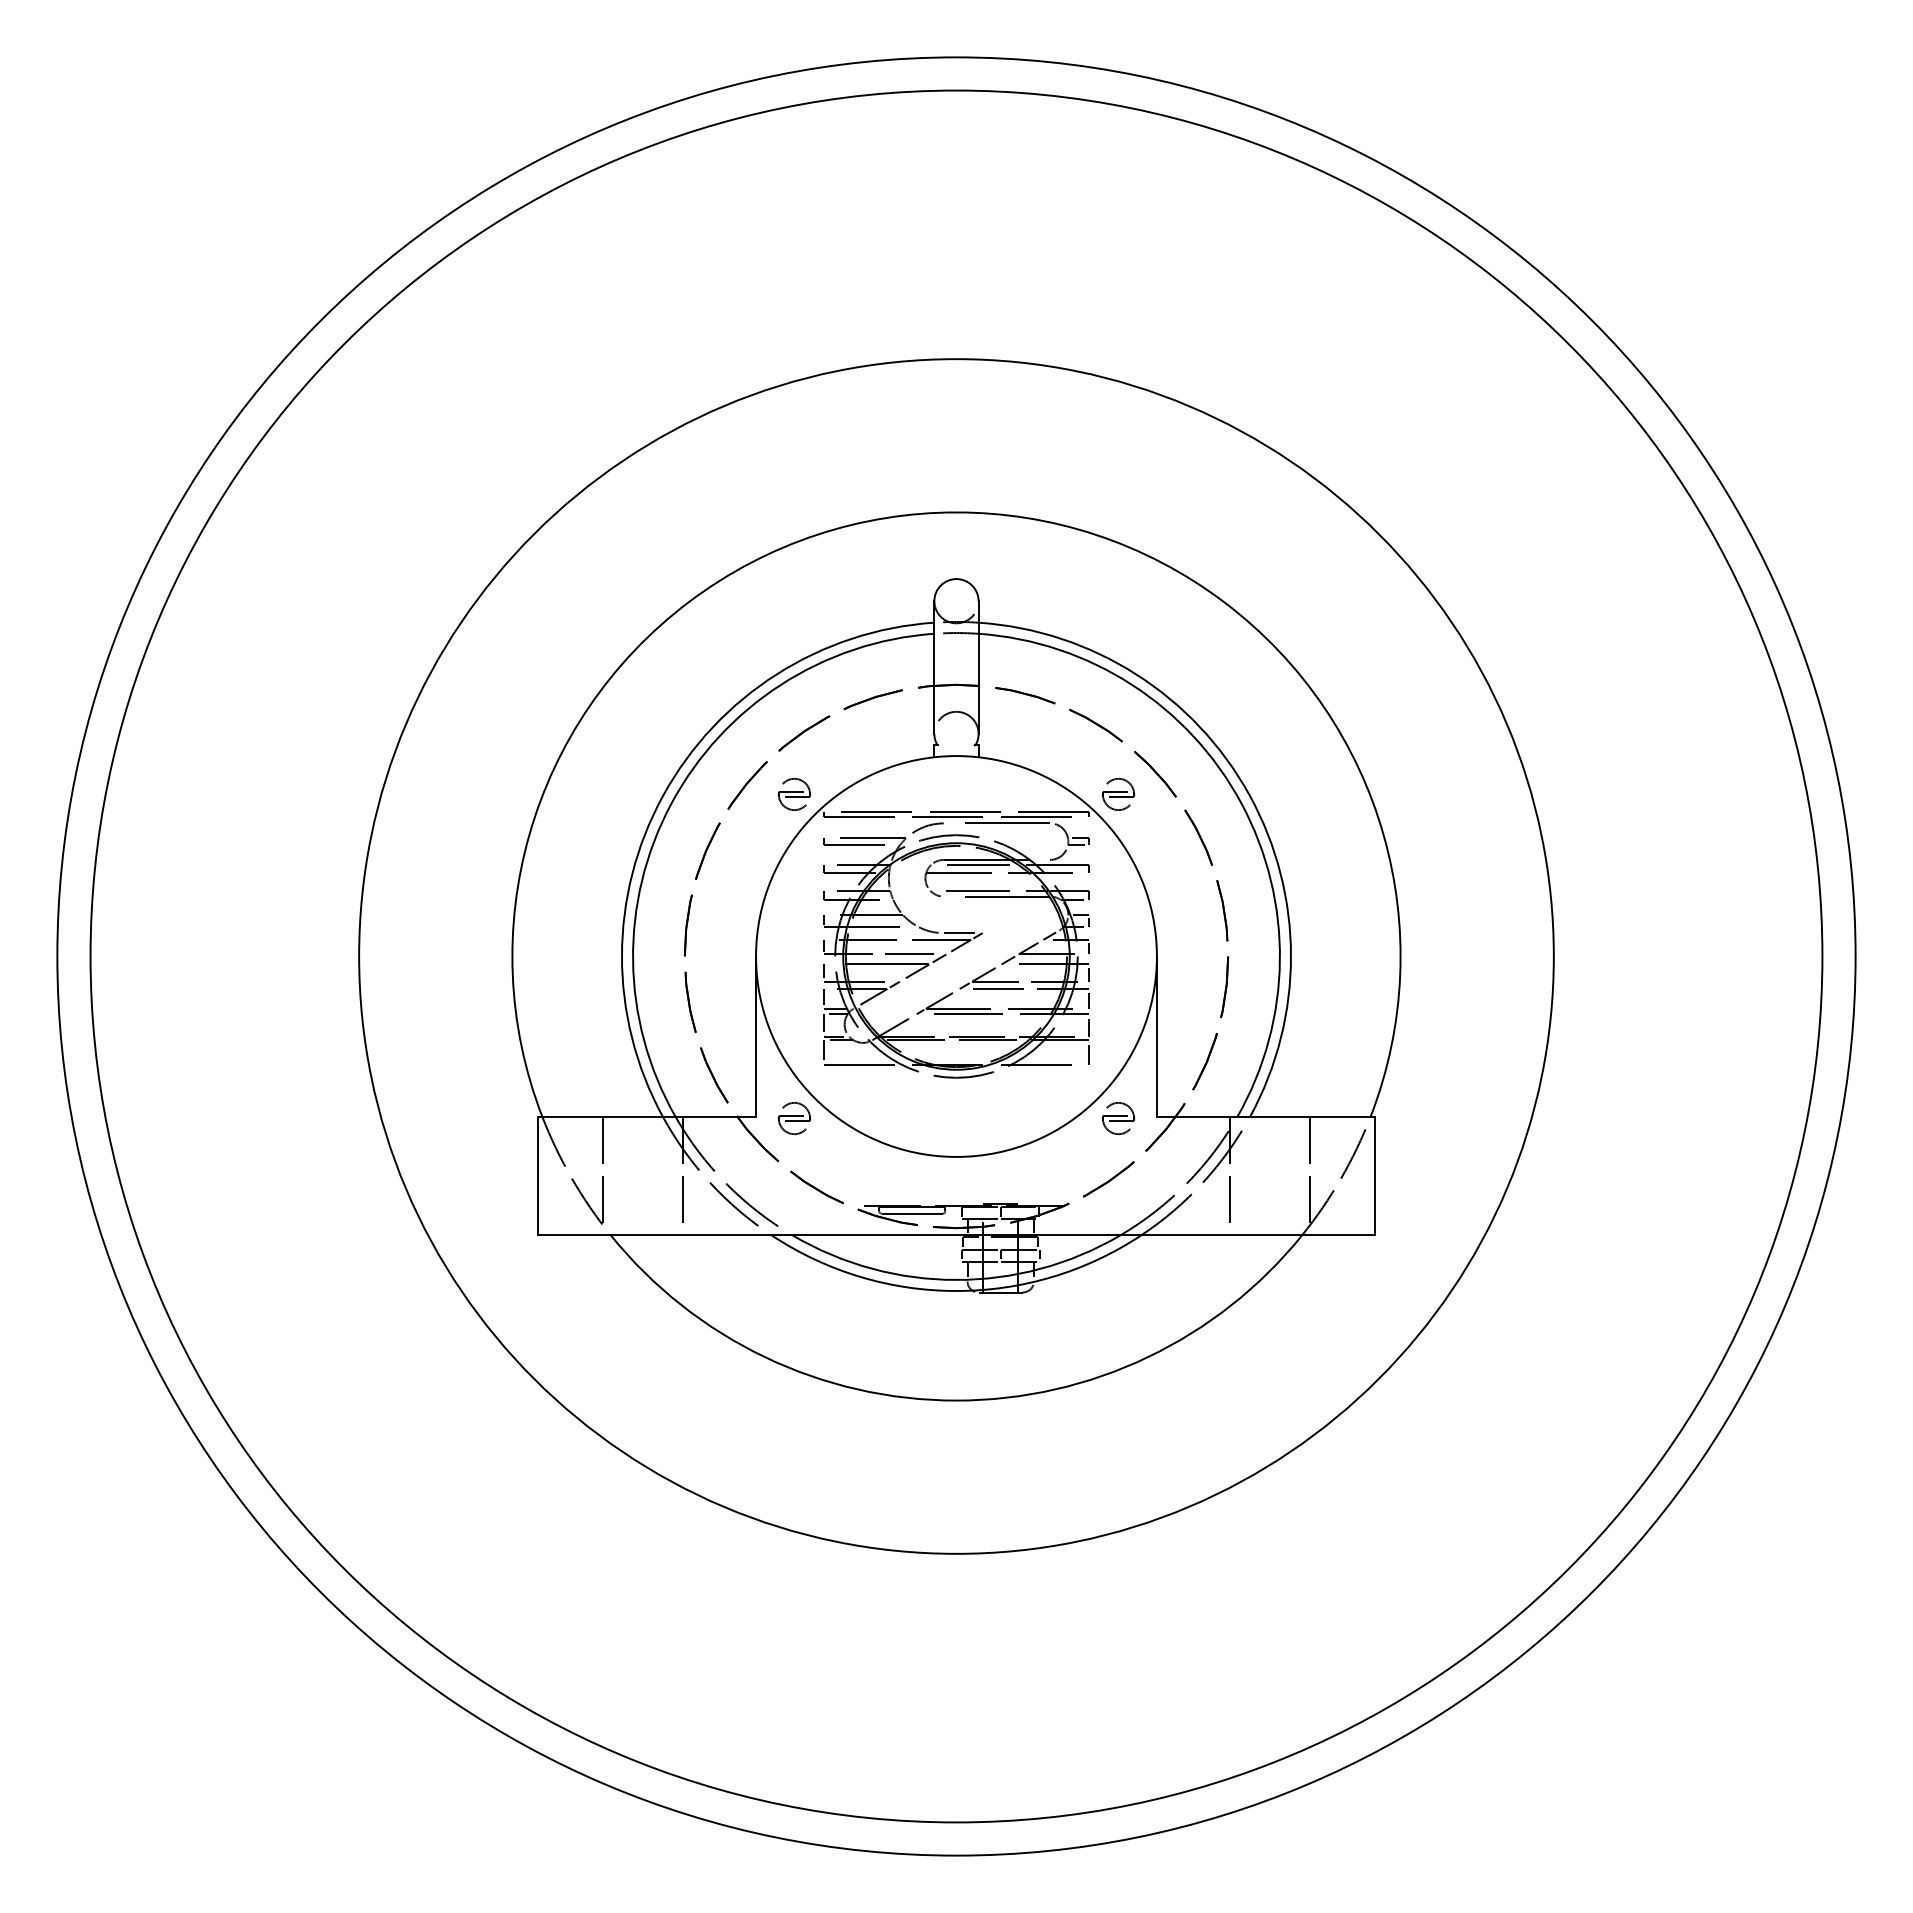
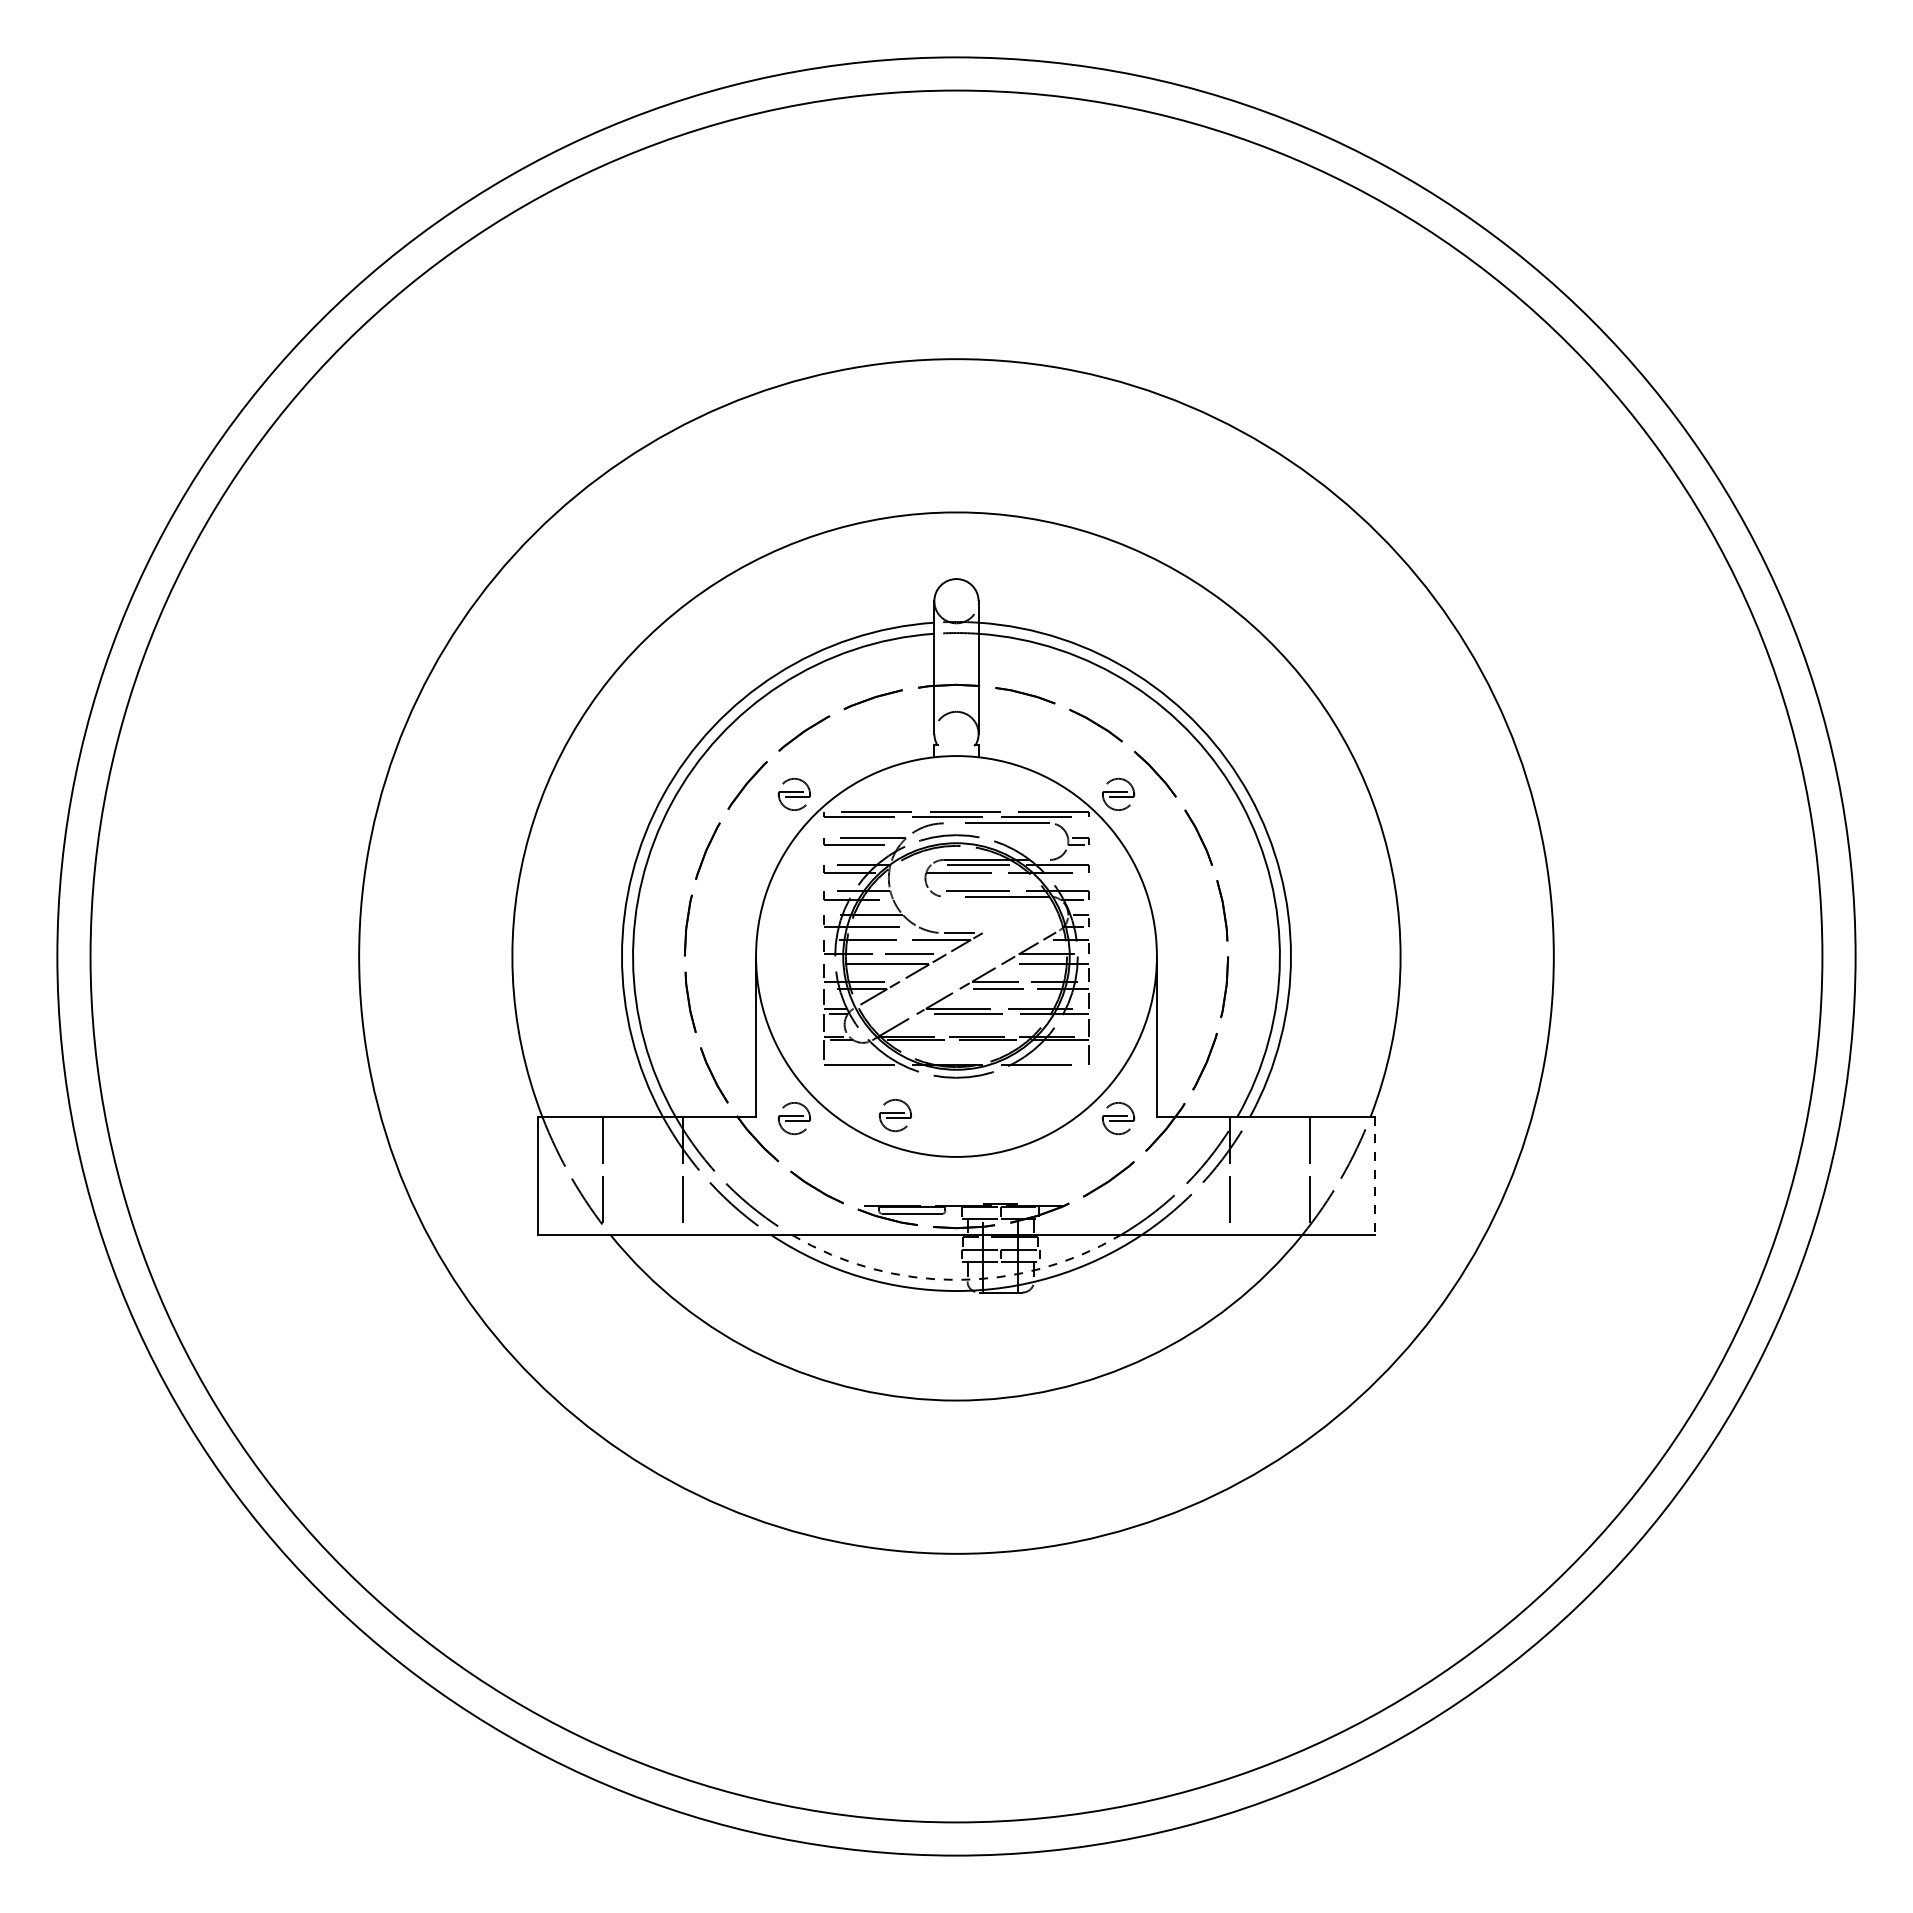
part at (894, 1115): none -> present
line at (1374, 1176): solid -> dashed
arc at (956, 1279): solid -> dashed
